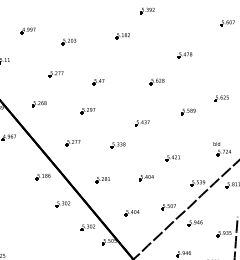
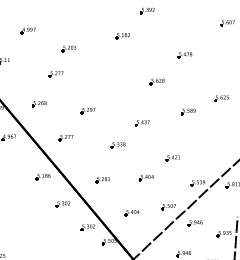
part at (68, 41) position: (68, 41) -> (68, 48)
part at (98, 82): present -> none
part at (72, 143) position: (72, 143) -> (65, 138)
part at (222, 149): present -> none
